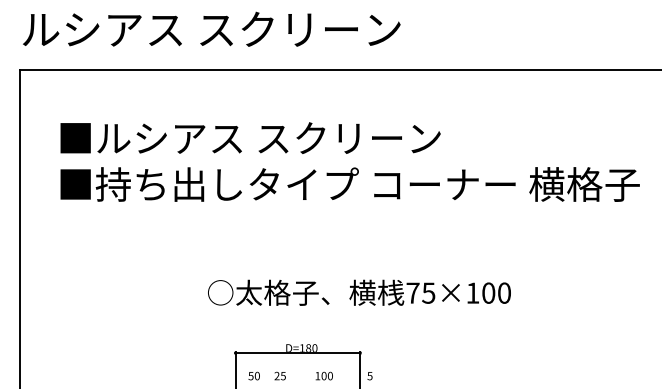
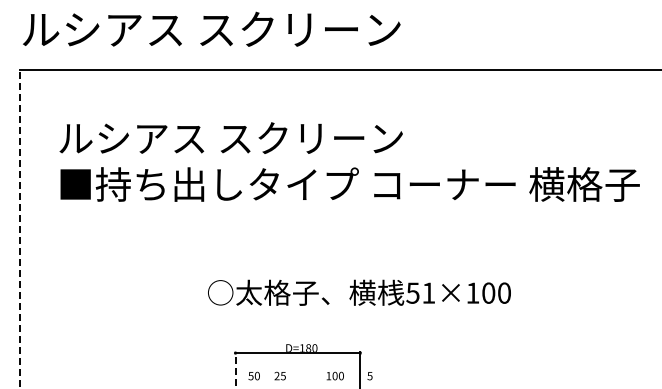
text at (249, 138): ■ルシアス スクリーン -> ルシアス スクリーン
line at (19, 229): solid -> dashed
text at (420, 292): 75×100 -> 51×100
line at (235, 370): solid -> dashed
text at (323, 375) position: (323, 375) -> (334, 375)
